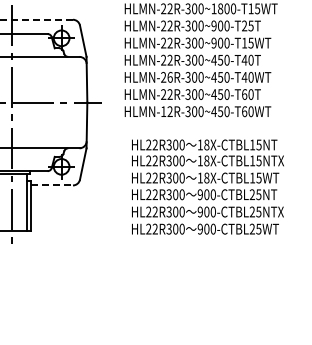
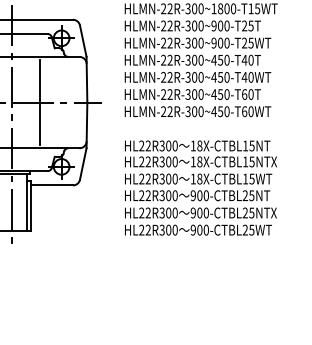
line at (36, 19): dashed -> solid
text at (244, 42): HLMN-22R-300~900-T15WT -> HLMN-22R-300~900-T25WT
text at (169, 77): HLMN-26R-300~450-T40WT -> HLMN-22R-300~450-T40WT
line at (40, 102): none -> present
text at (163, 111): HLMN-12R-300~450-T60WT -> HLMN-22R-300~450-T60WT
line at (52, 185): dashed -> solid
text at (207, 186) position: (207, 186) -> (200, 187)
